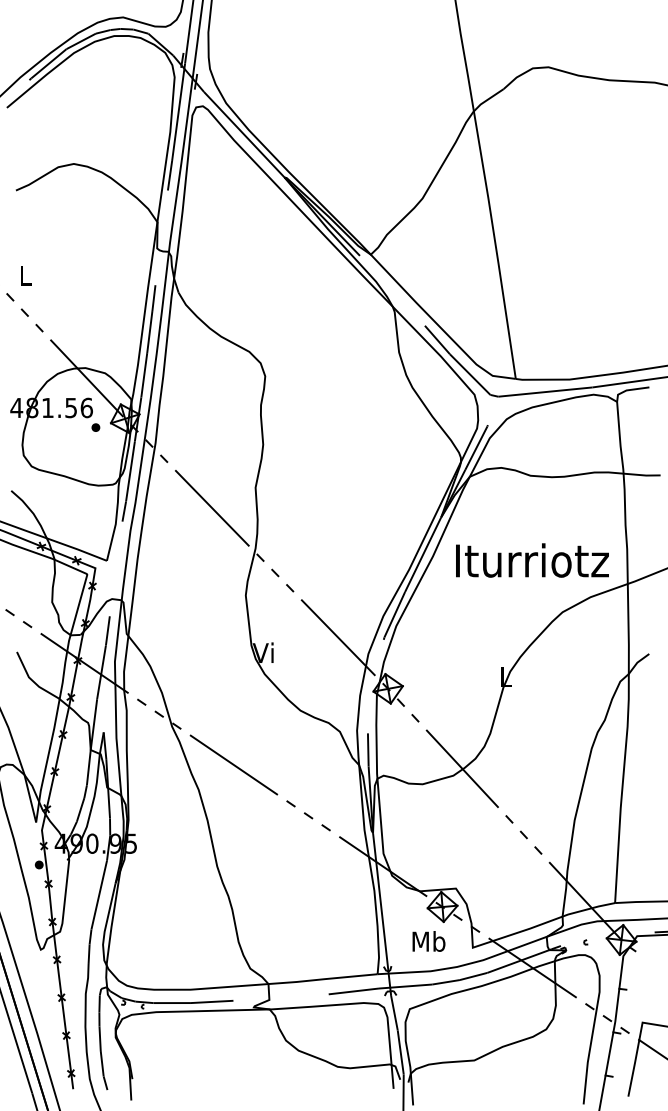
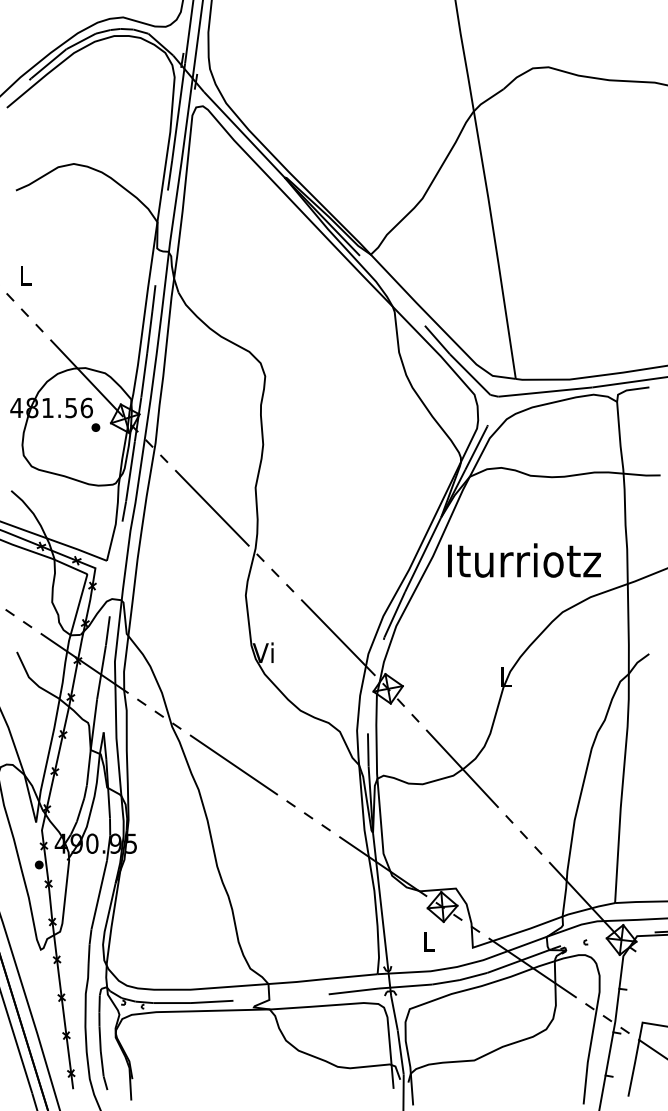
text at (532, 560) position: (532, 560) -> (524, 560)
text at (428, 941): Mb -> L
